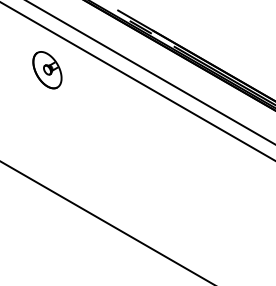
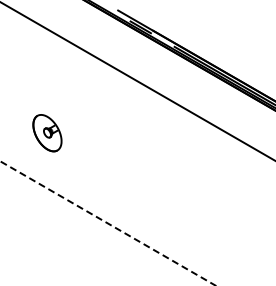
part at (47, 70) position: (47, 70) -> (47, 133)
line at (150, 72): present -> none
line at (108, 223): solid -> dashed
